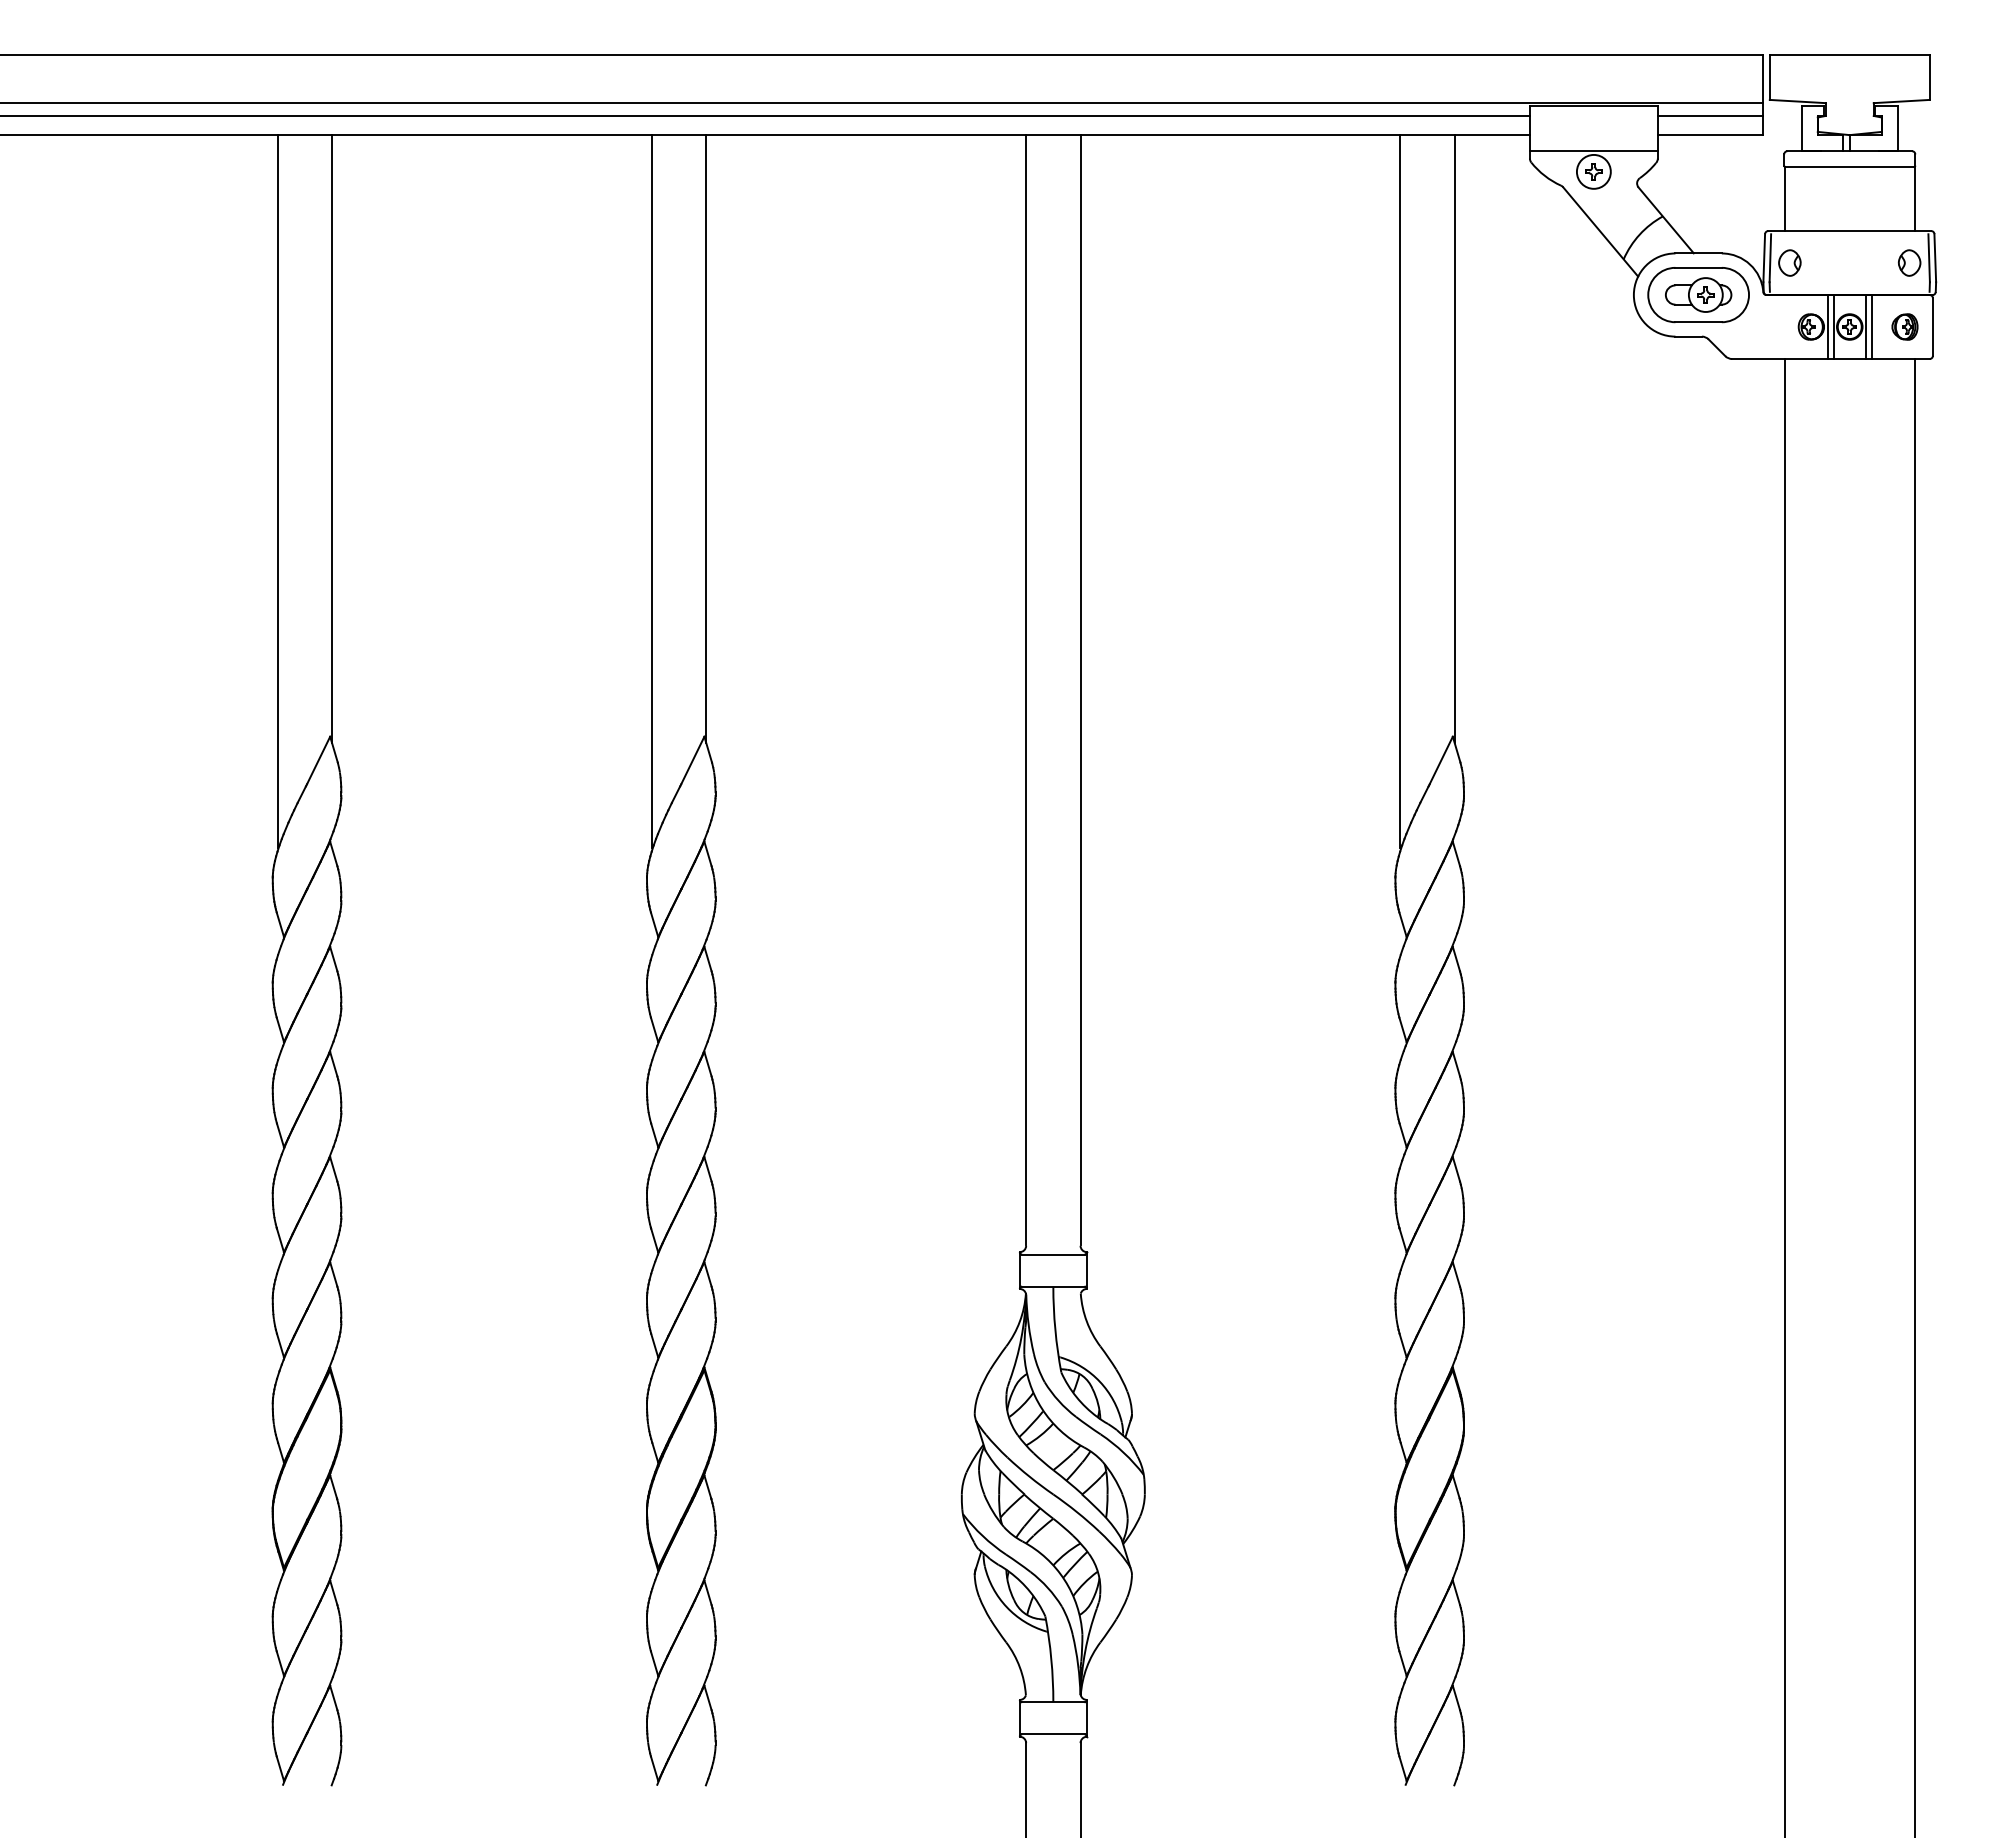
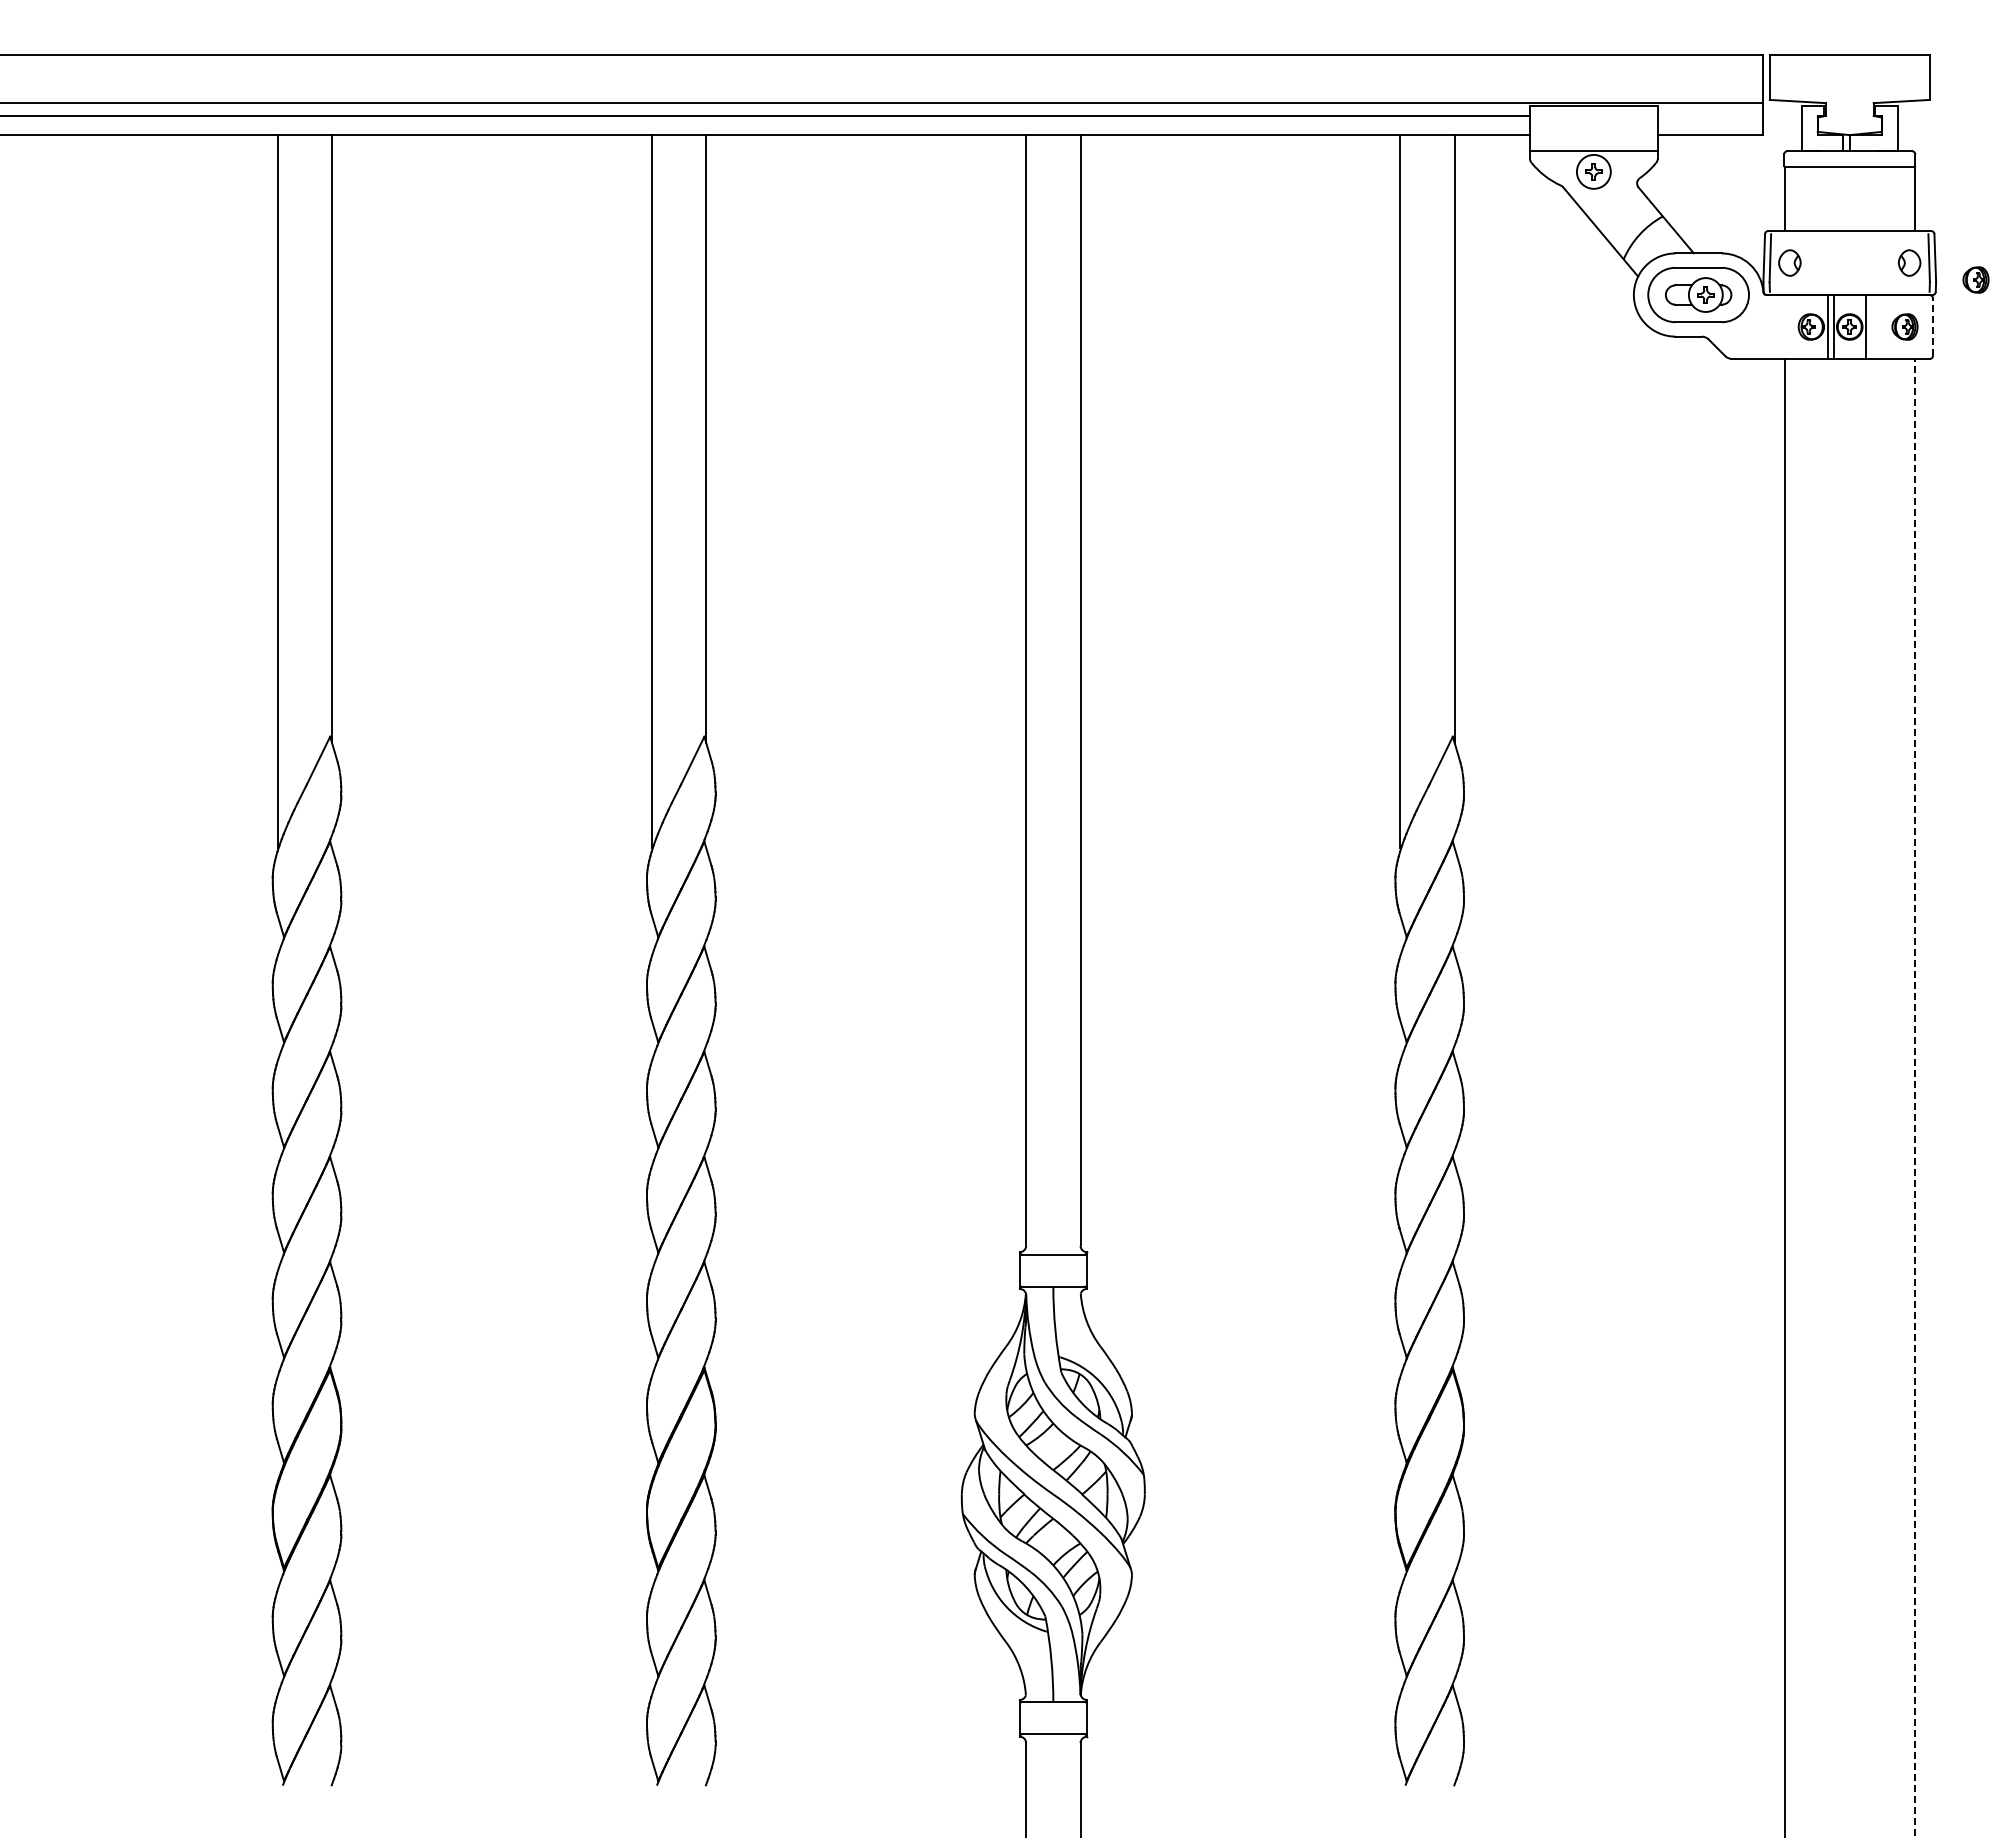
line at (1710, 115): present -> none
part at (1975, 279): none -> present
line at (1871, 327): present -> none
line at (1932, 327): solid -> dashed
line at (1914, 1097): solid -> dashed
